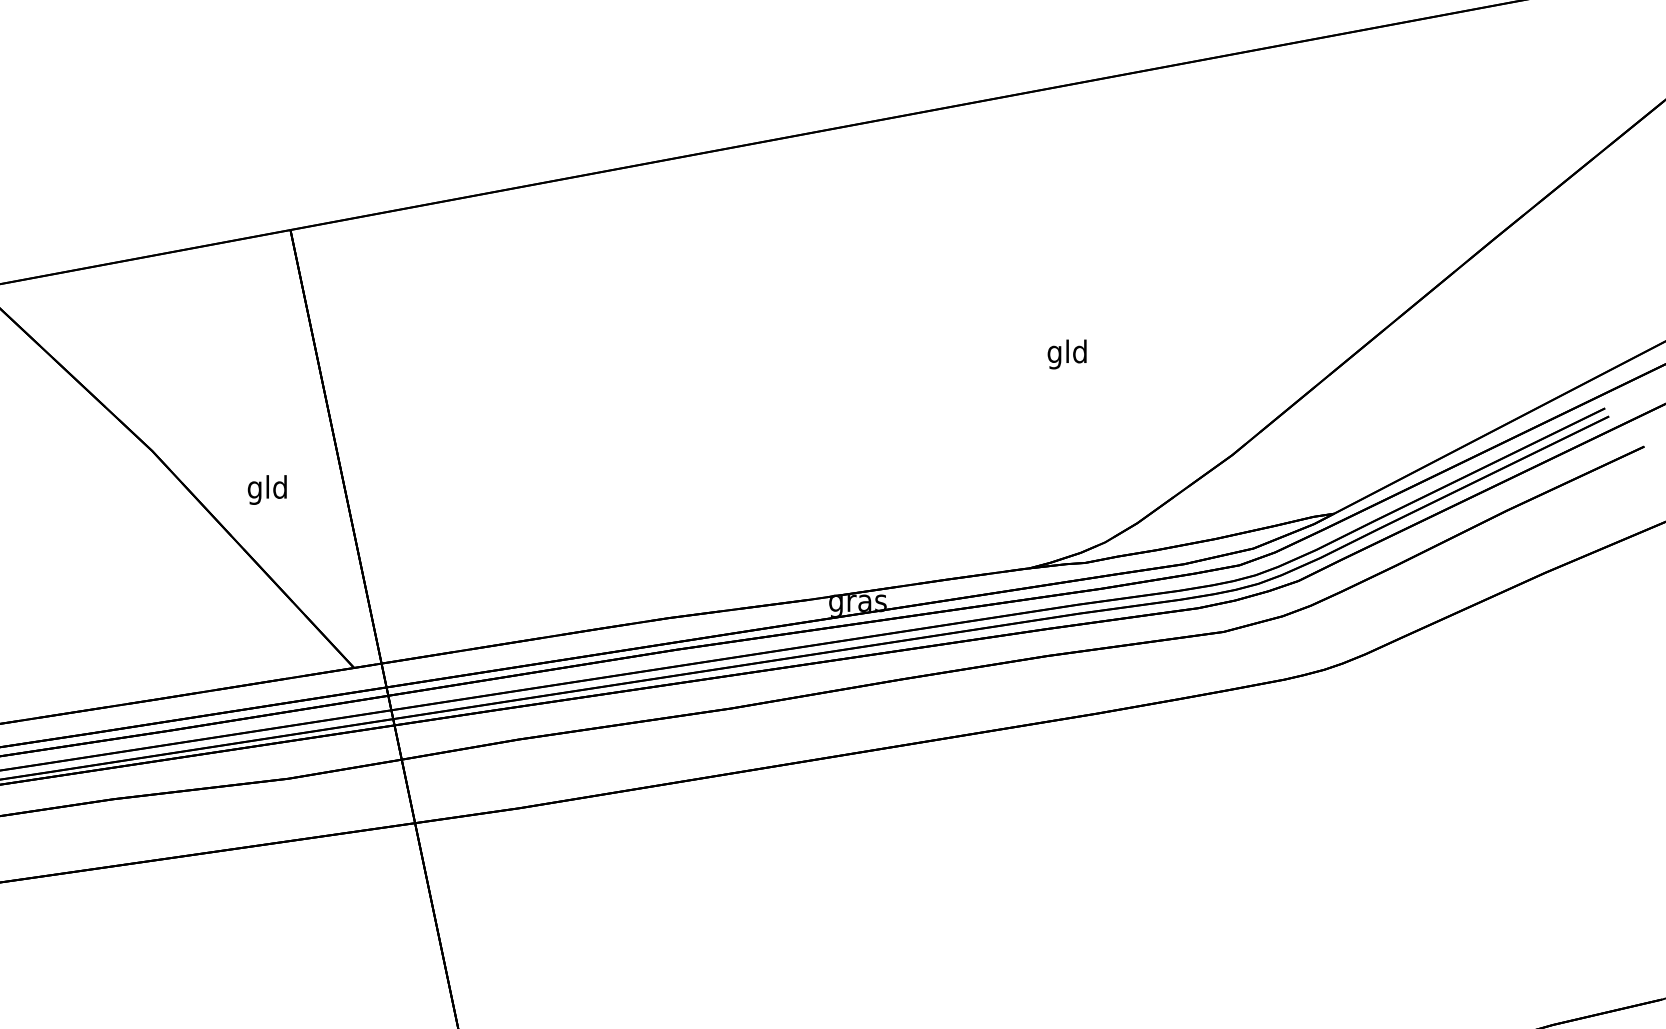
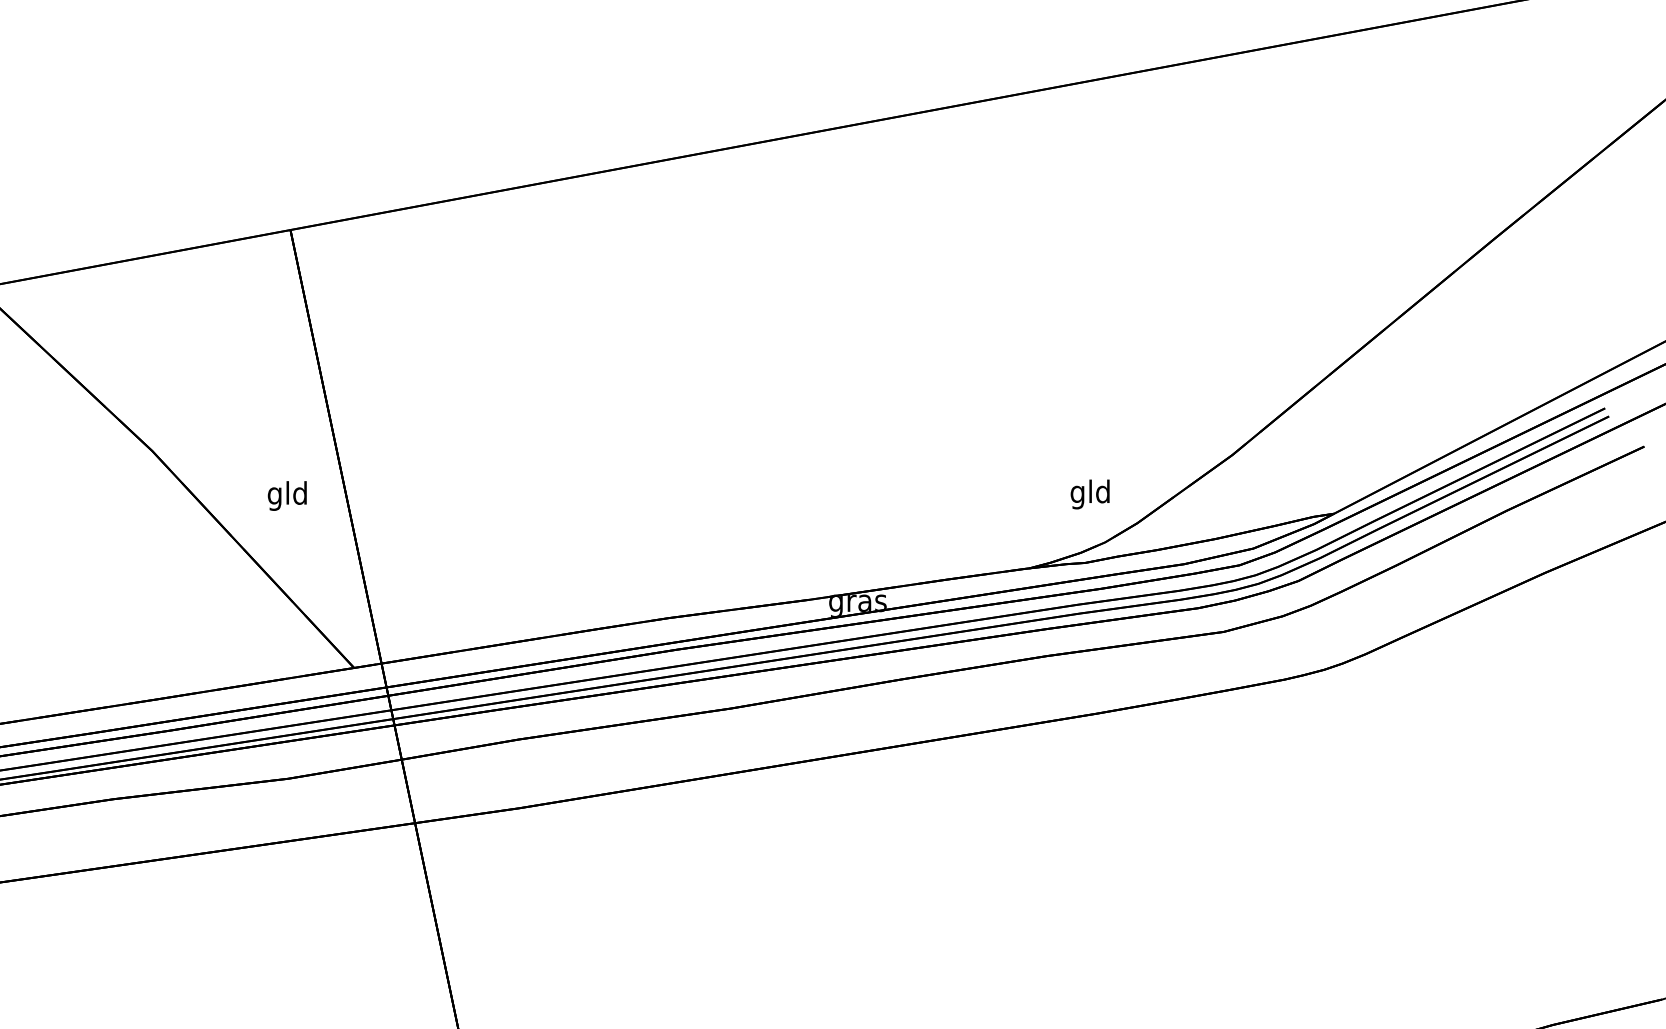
text at (1066, 354) position: (1066, 354) -> (1089, 494)
text at (266, 489) position: (266, 489) -> (286, 495)
